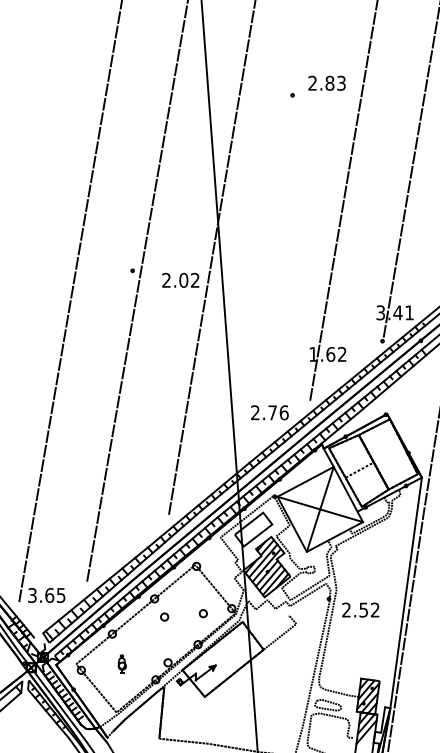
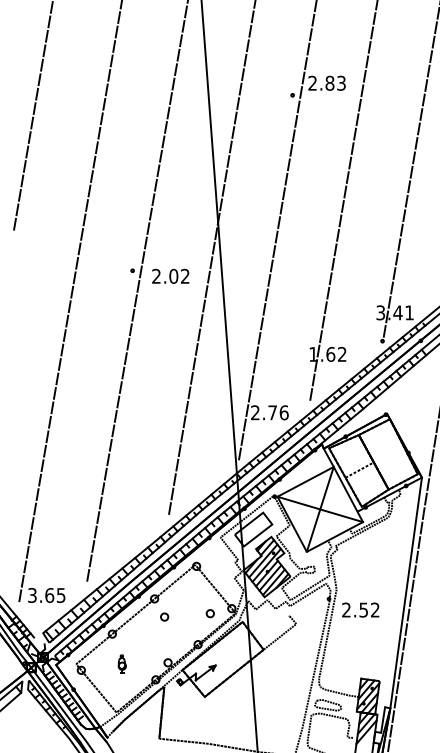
line at (32, 116): none -> present
line at (277, 231): none -> present
text at (180, 279) position: (180, 279) -> (170, 275)
part at (202, 613) position: (202, 613) -> (209, 613)
